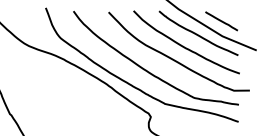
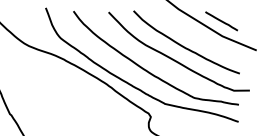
curve at (197, 33): present -> none
